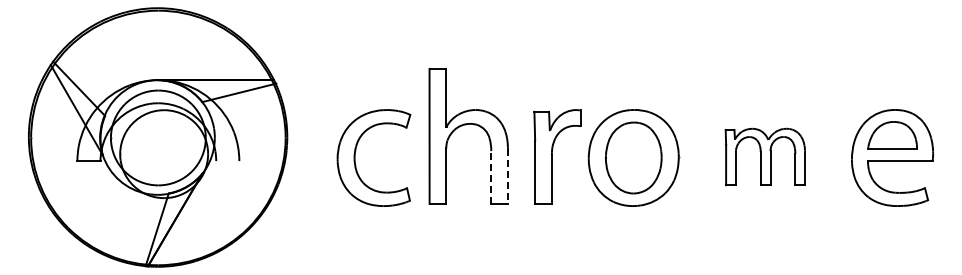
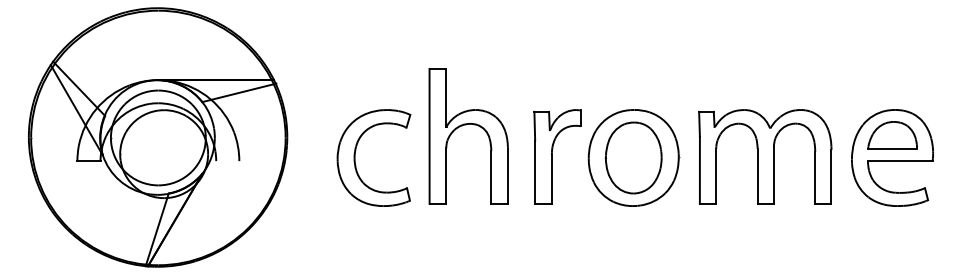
part at (764, 156) size: 82x60 px -> 135x96 px
line at (491, 177): dashed -> solid
line at (507, 177): dashed -> solid
